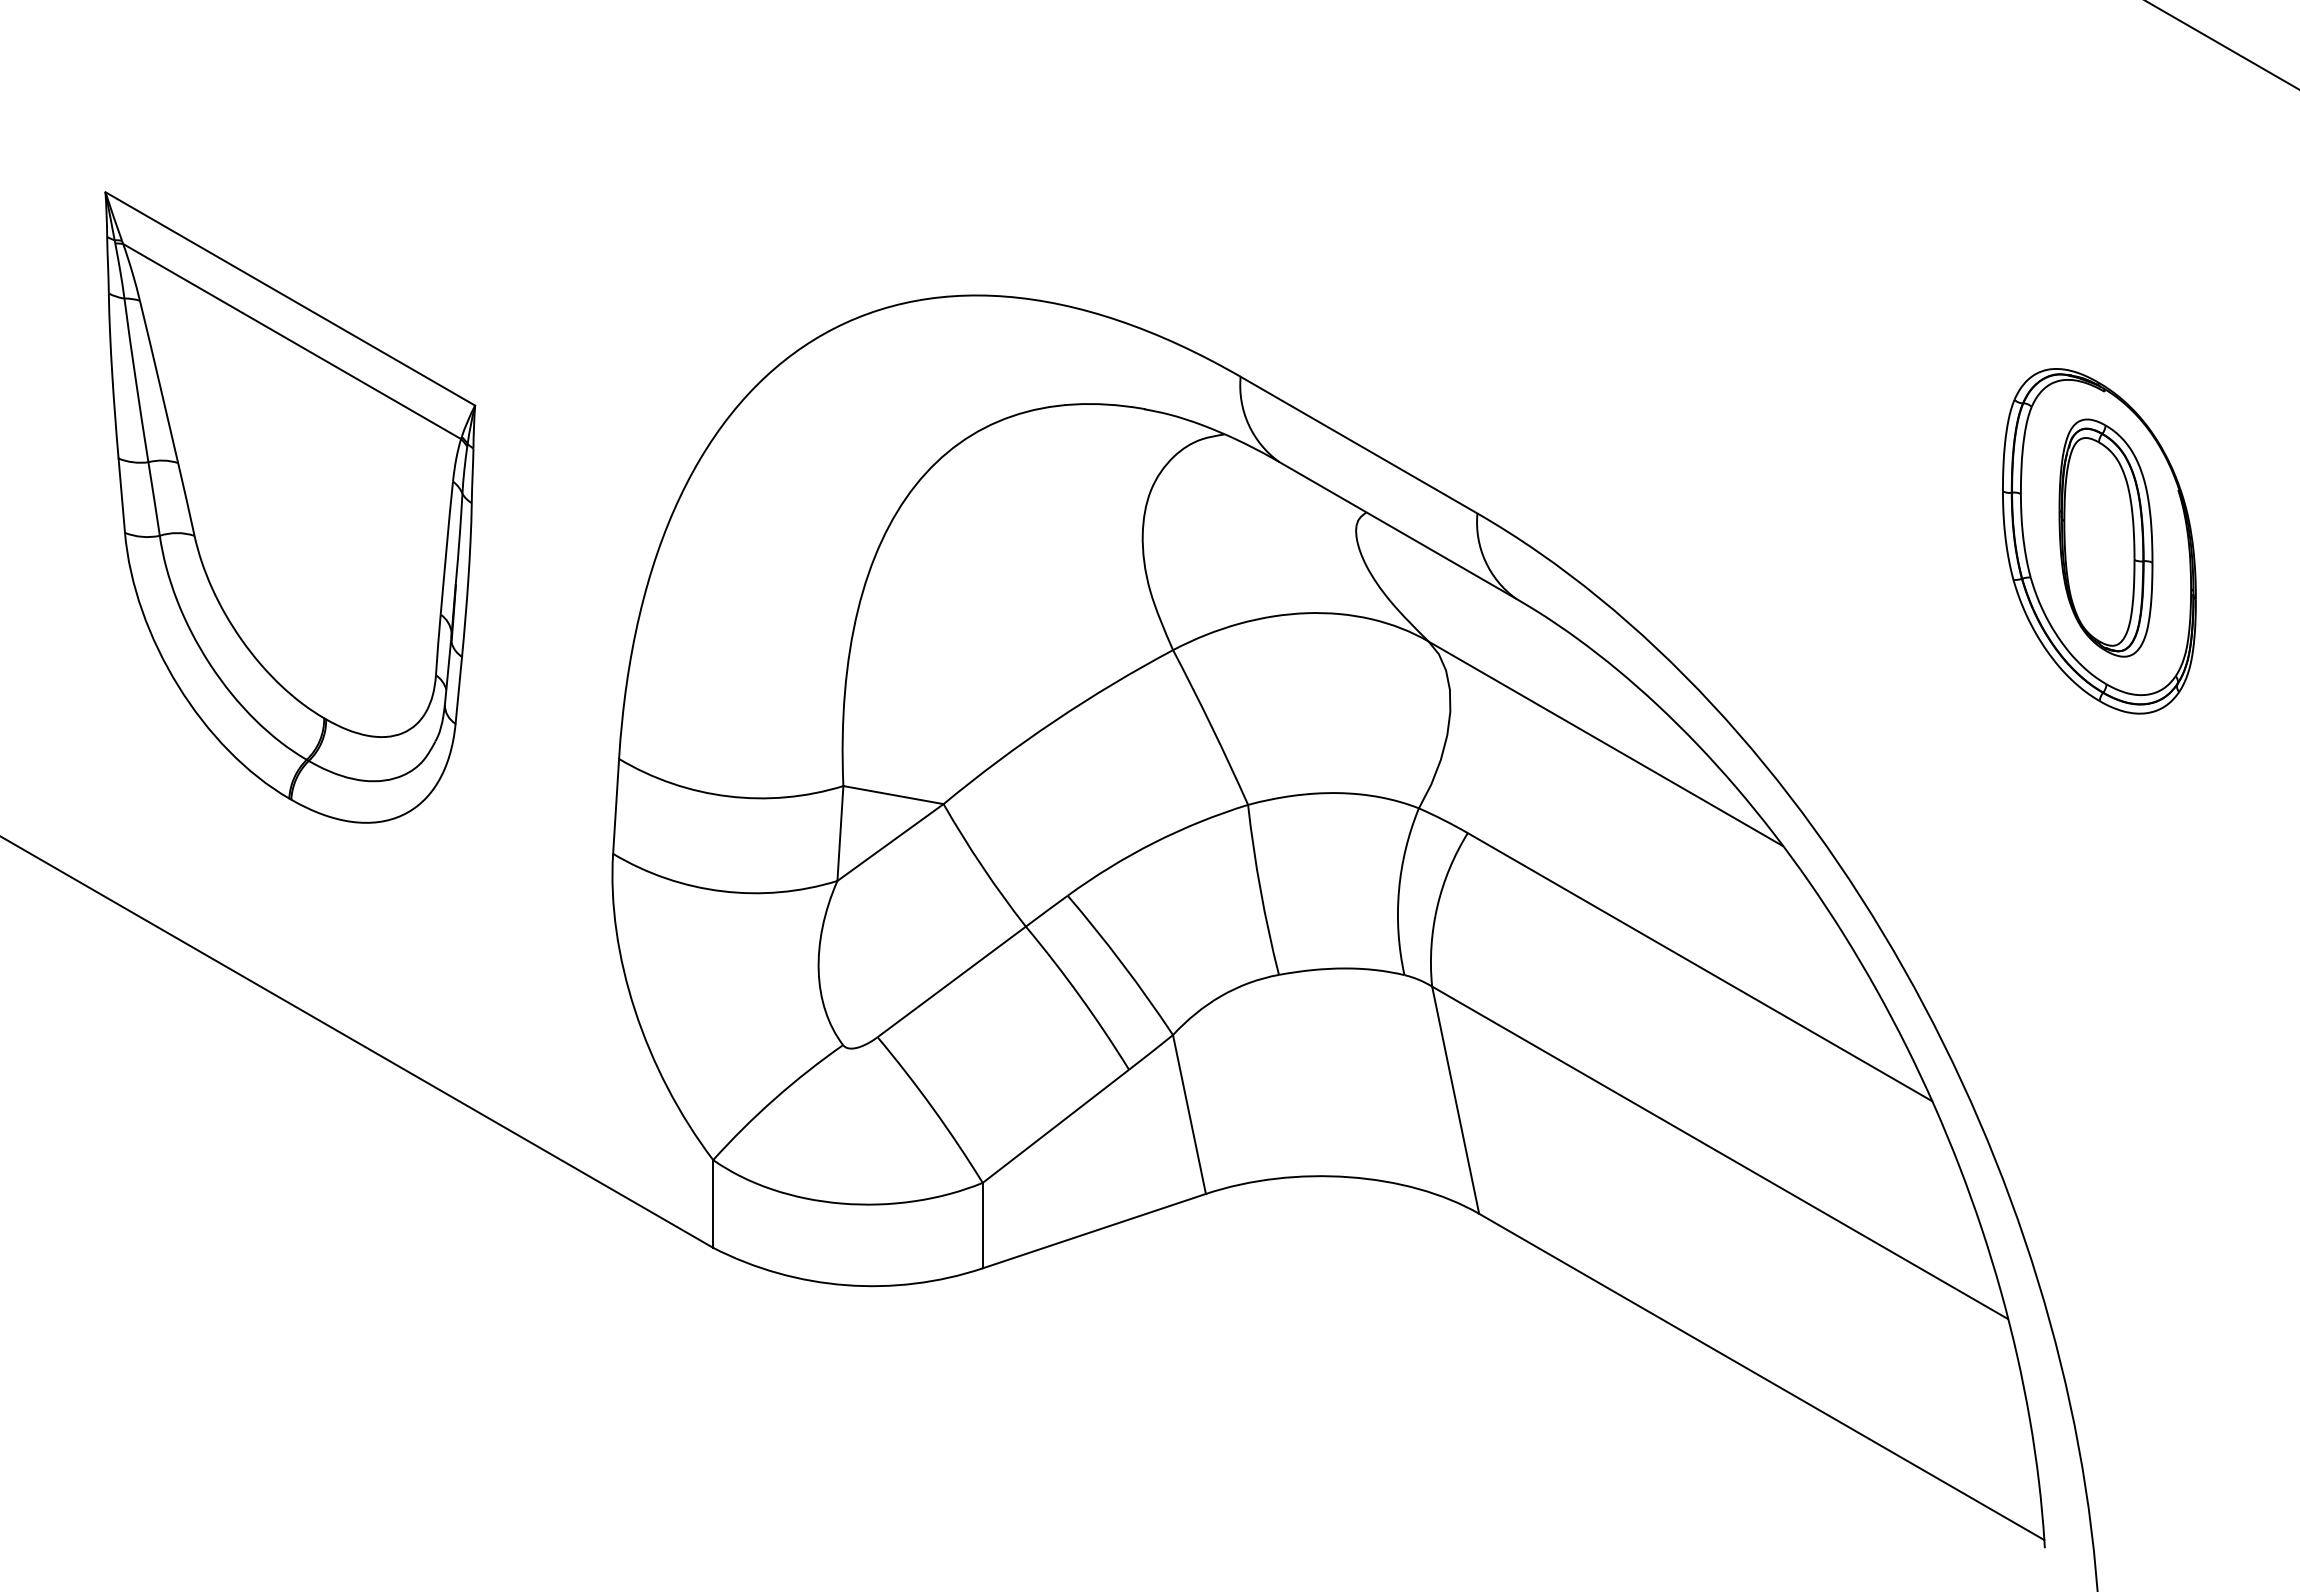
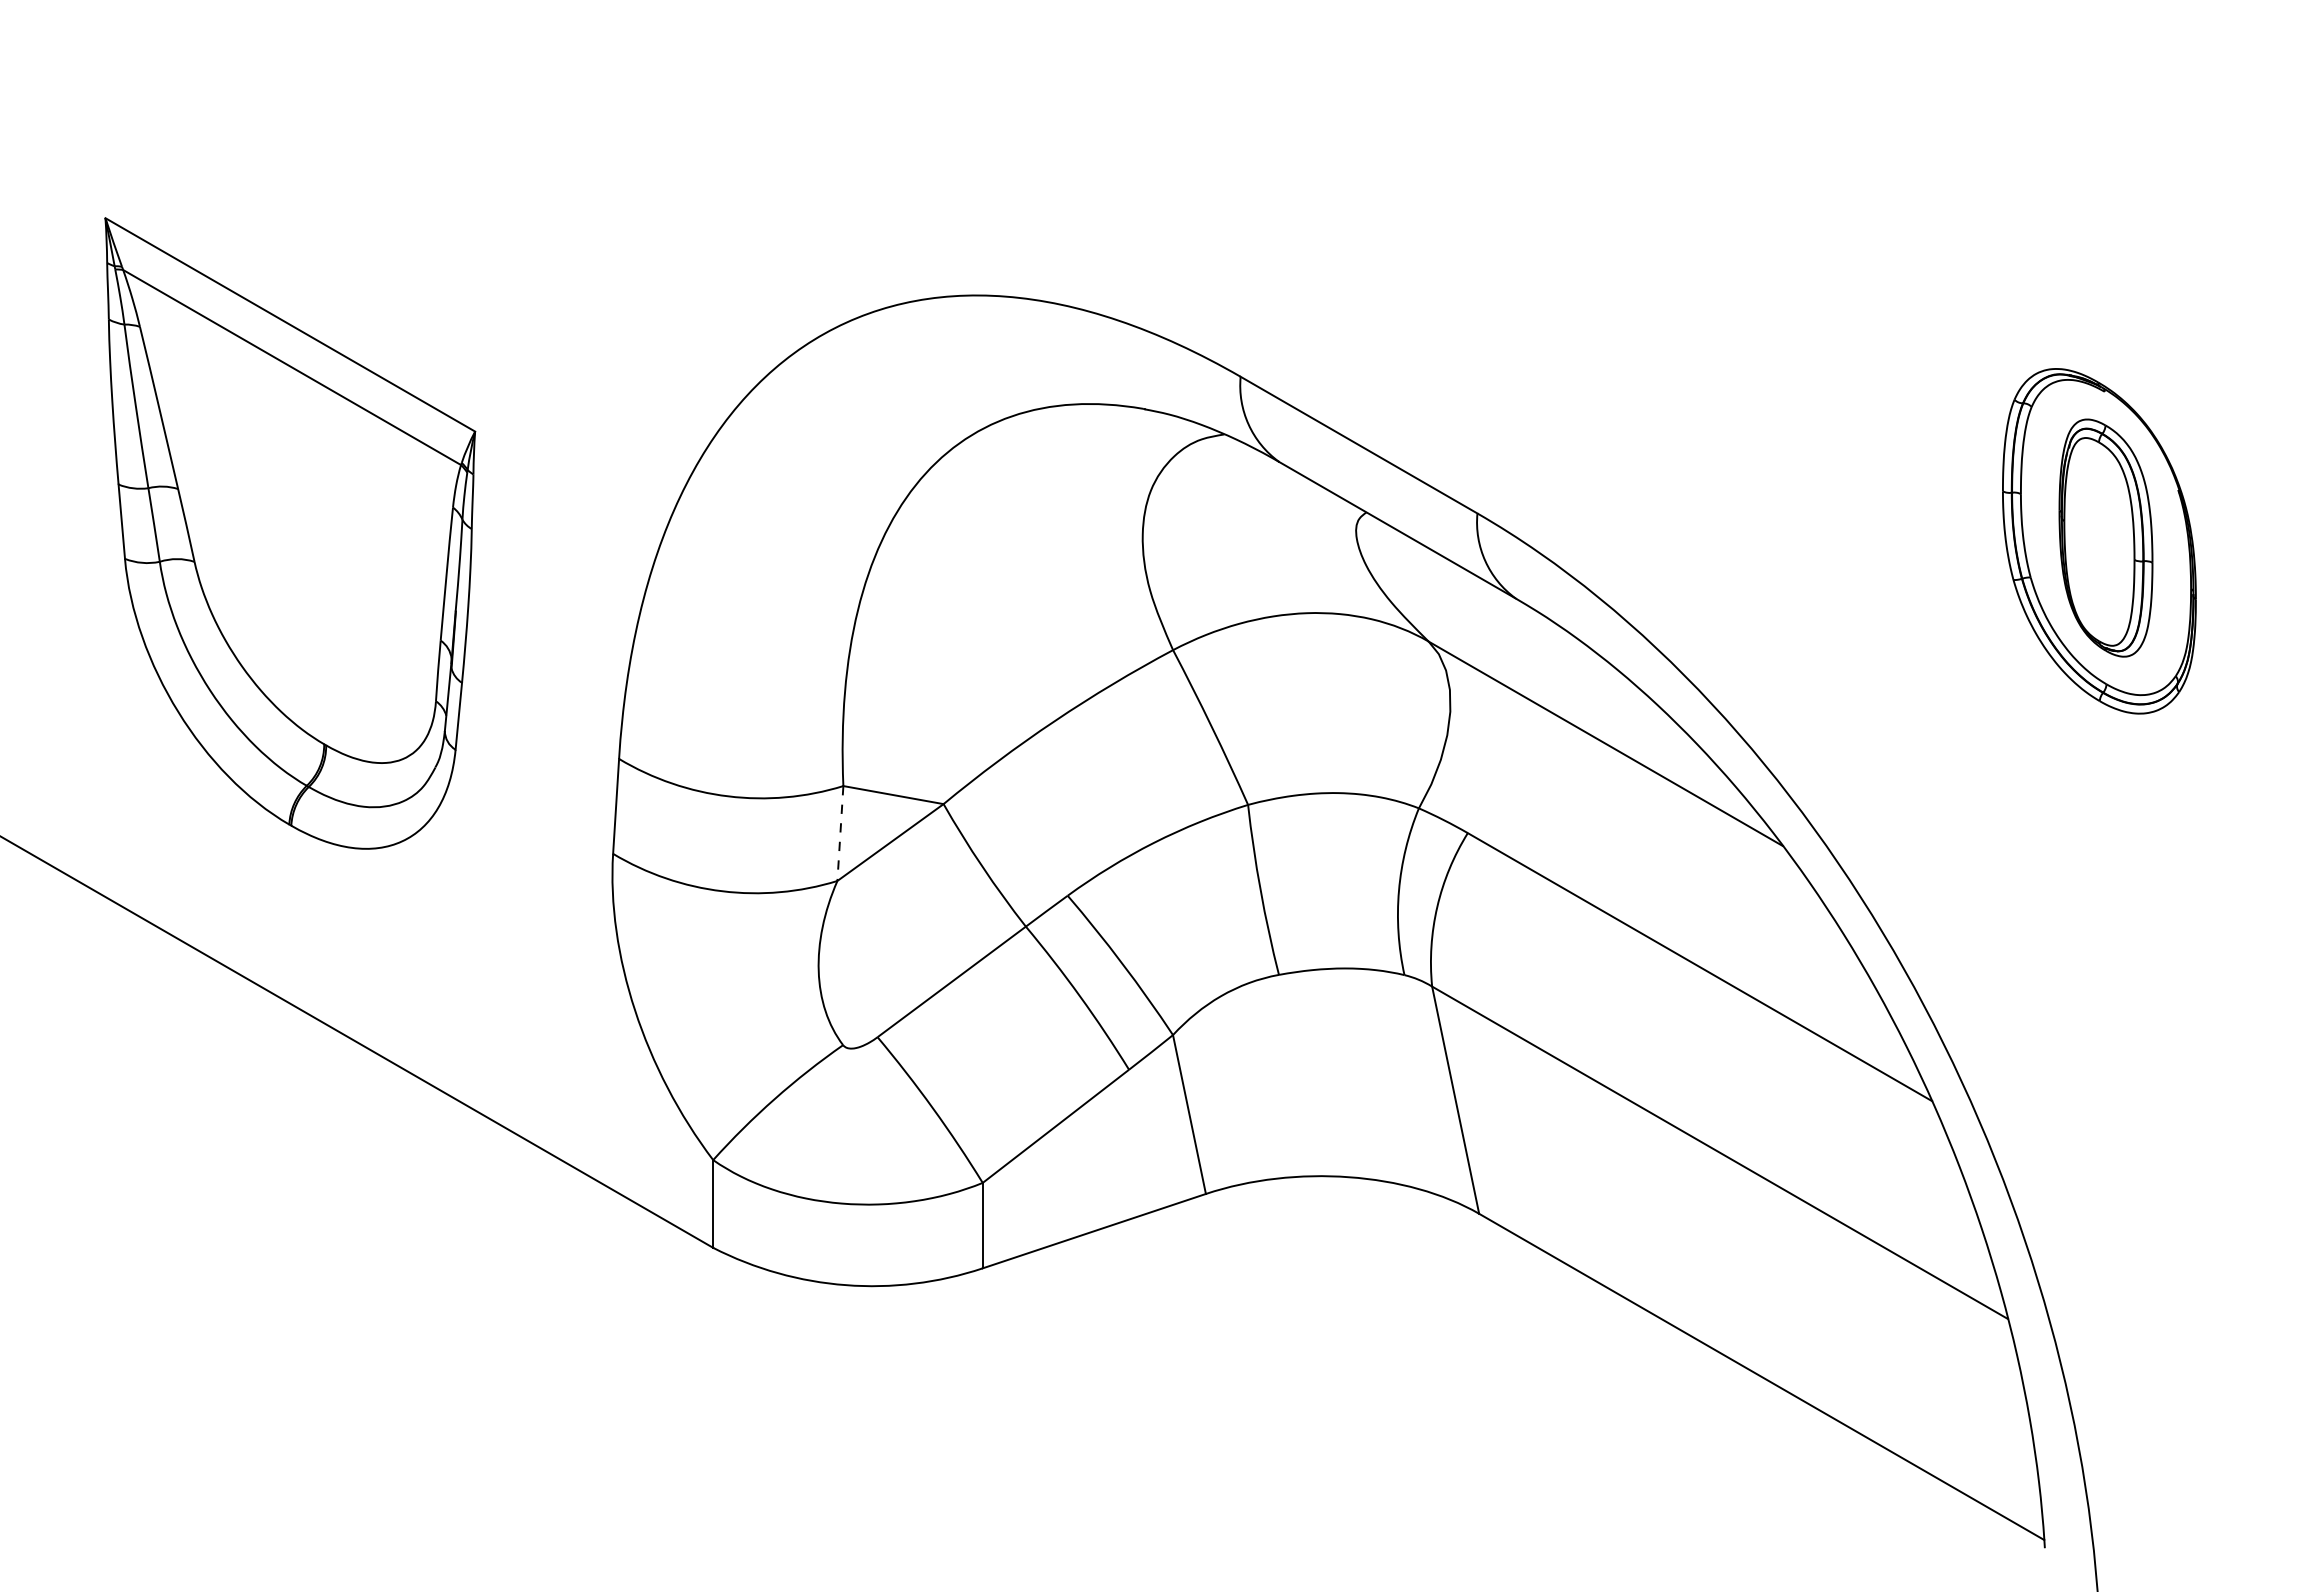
line at (2221, 45): present -> none
part at (290, 507) position: (290, 507) -> (290, 533)
line at (840, 833): solid -> dashed
